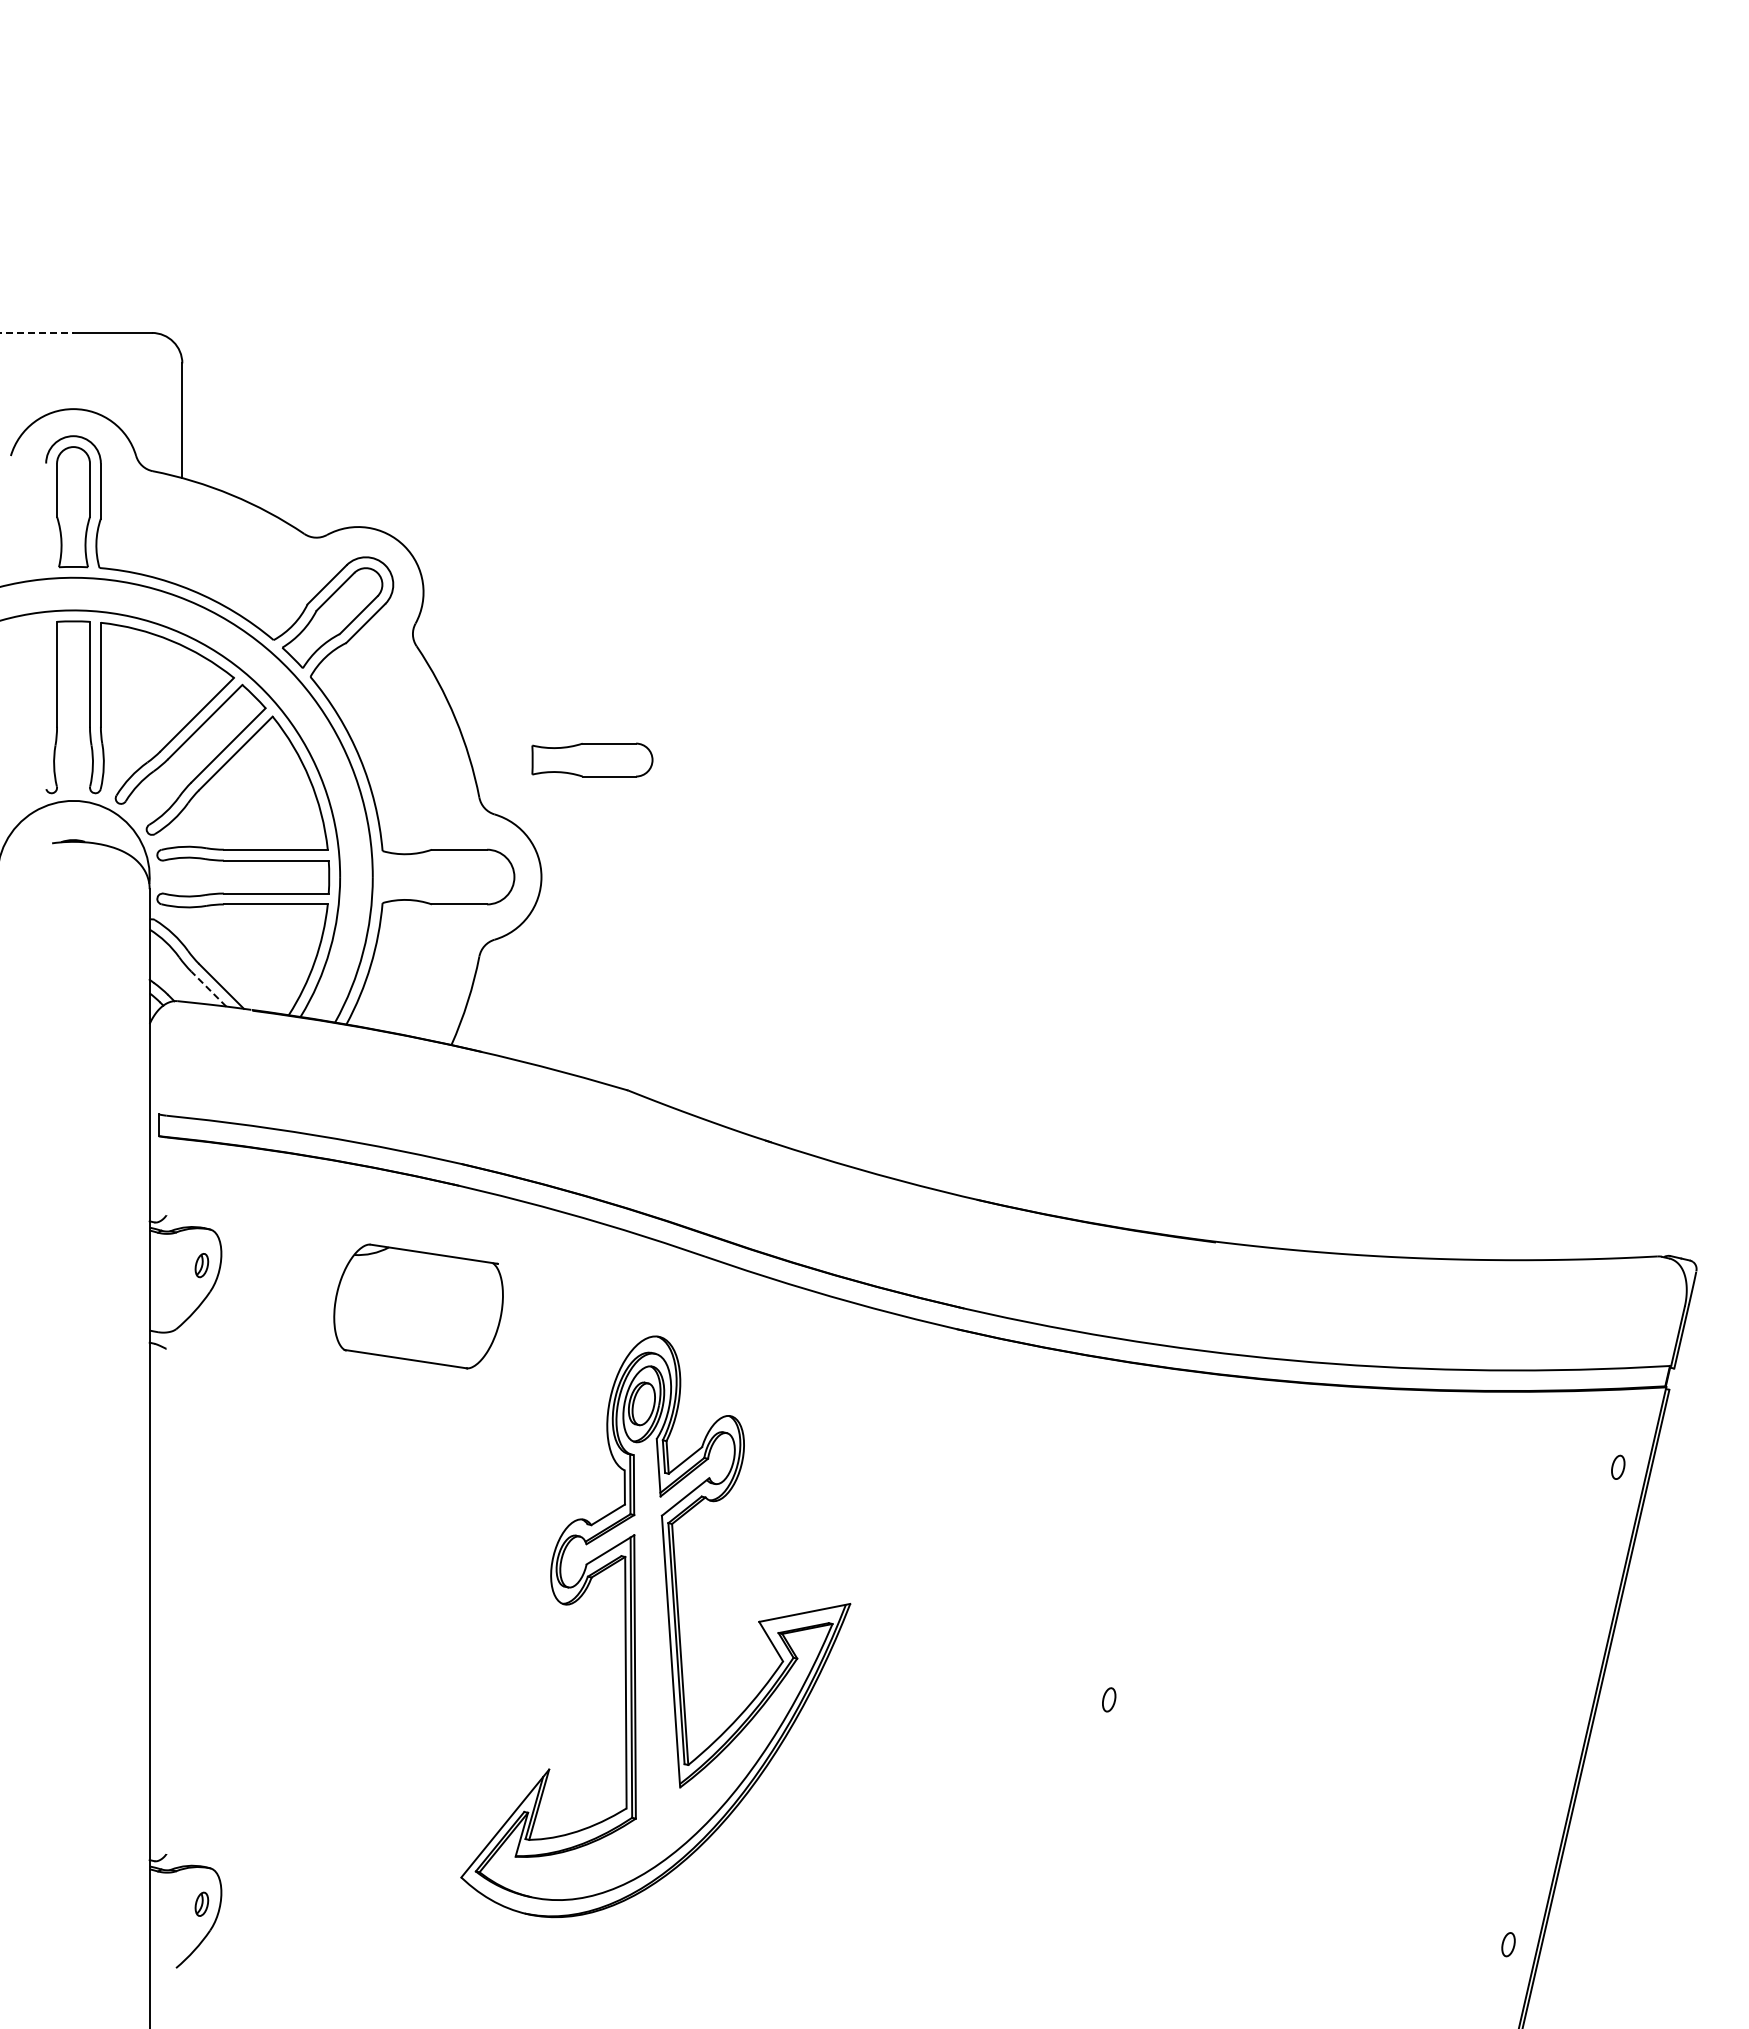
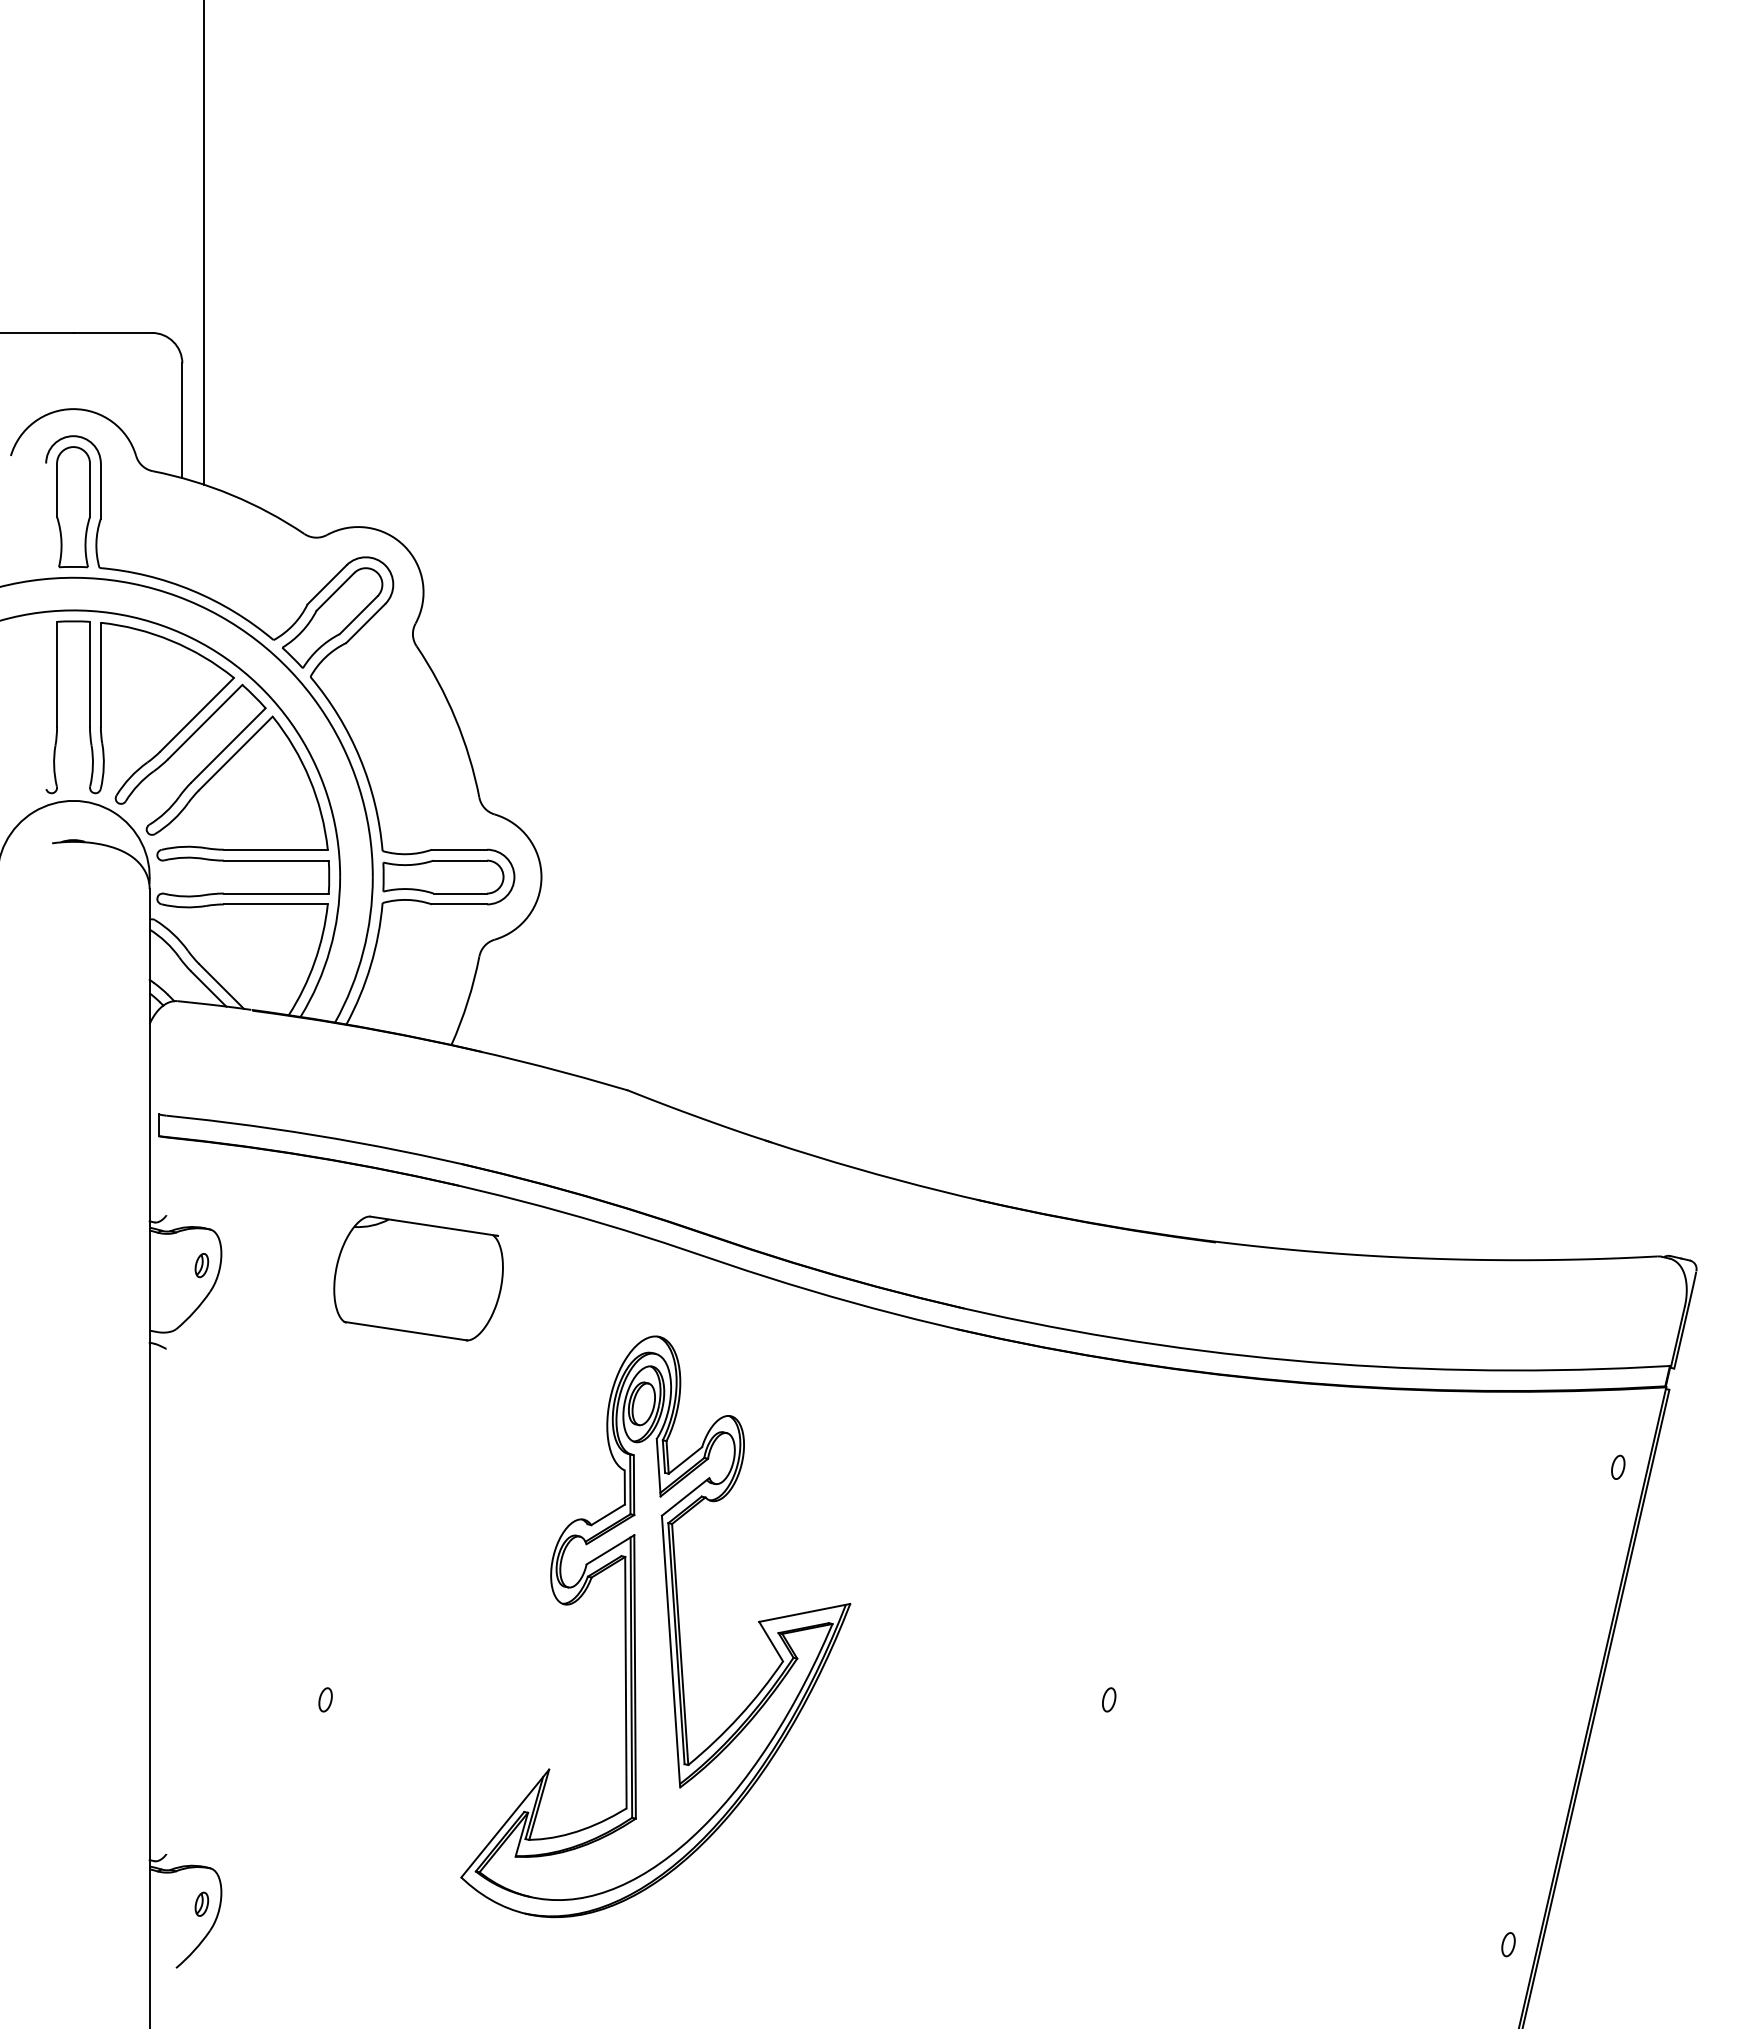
line at (204, 243): none -> present
line at (36, 332): dashed -> solid
part at (592, 759) position: (592, 759) -> (443, 876)
line at (208, 989): dashed -> solid
part at (418, 1306) position: (418, 1306) -> (418, 1278)
part at (325, 1699): none -> present
